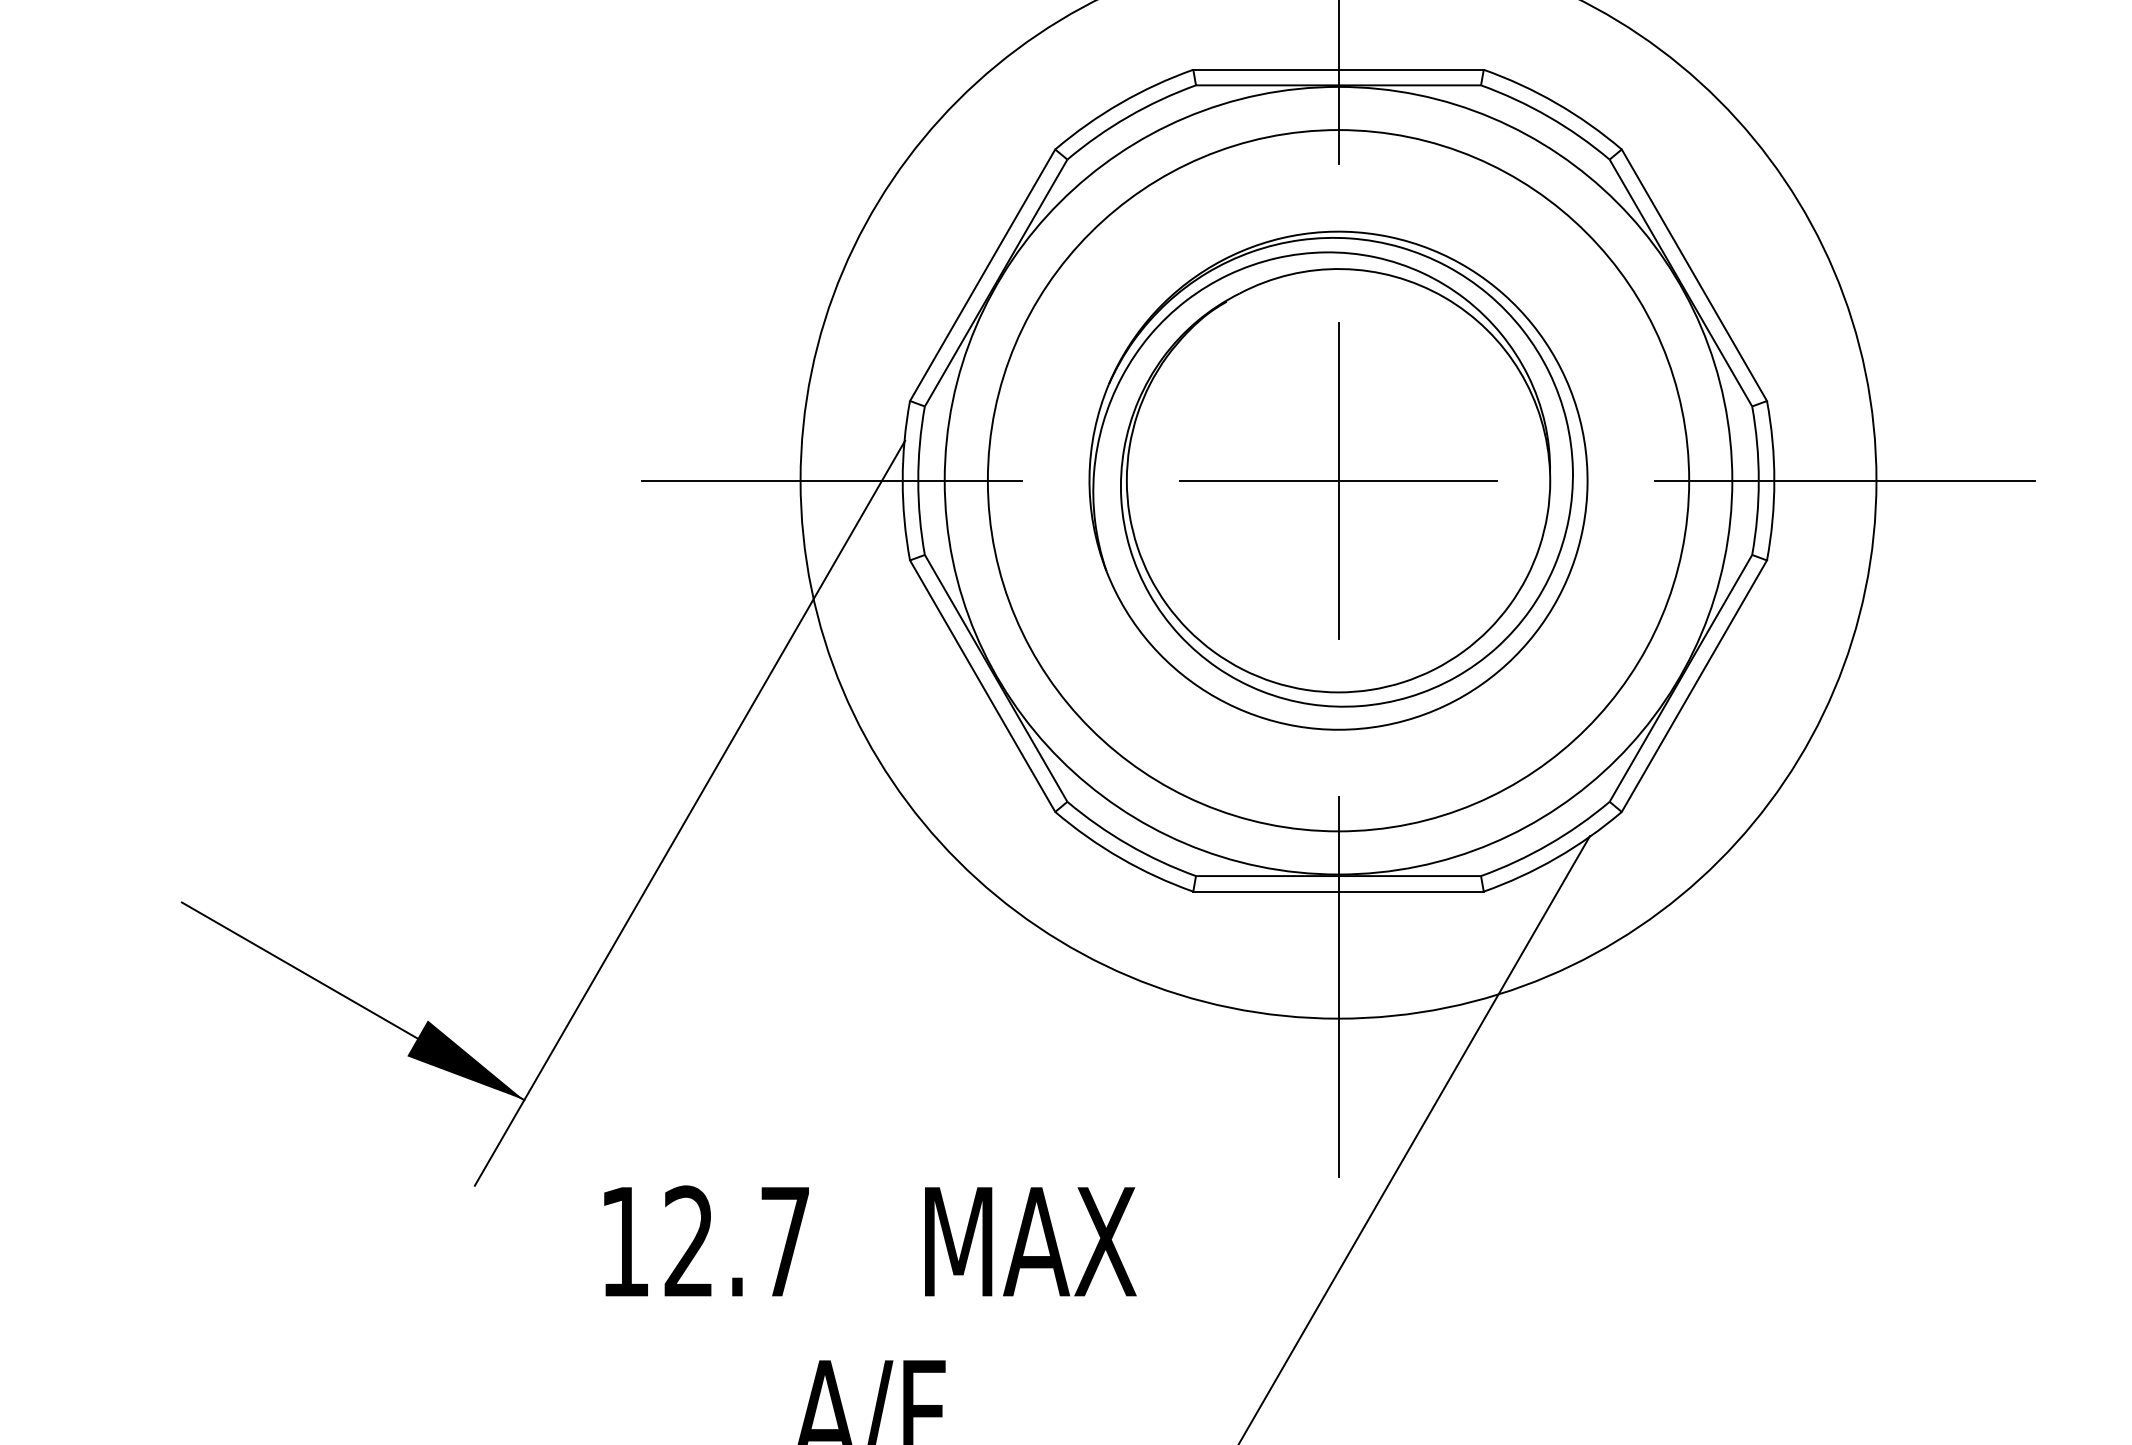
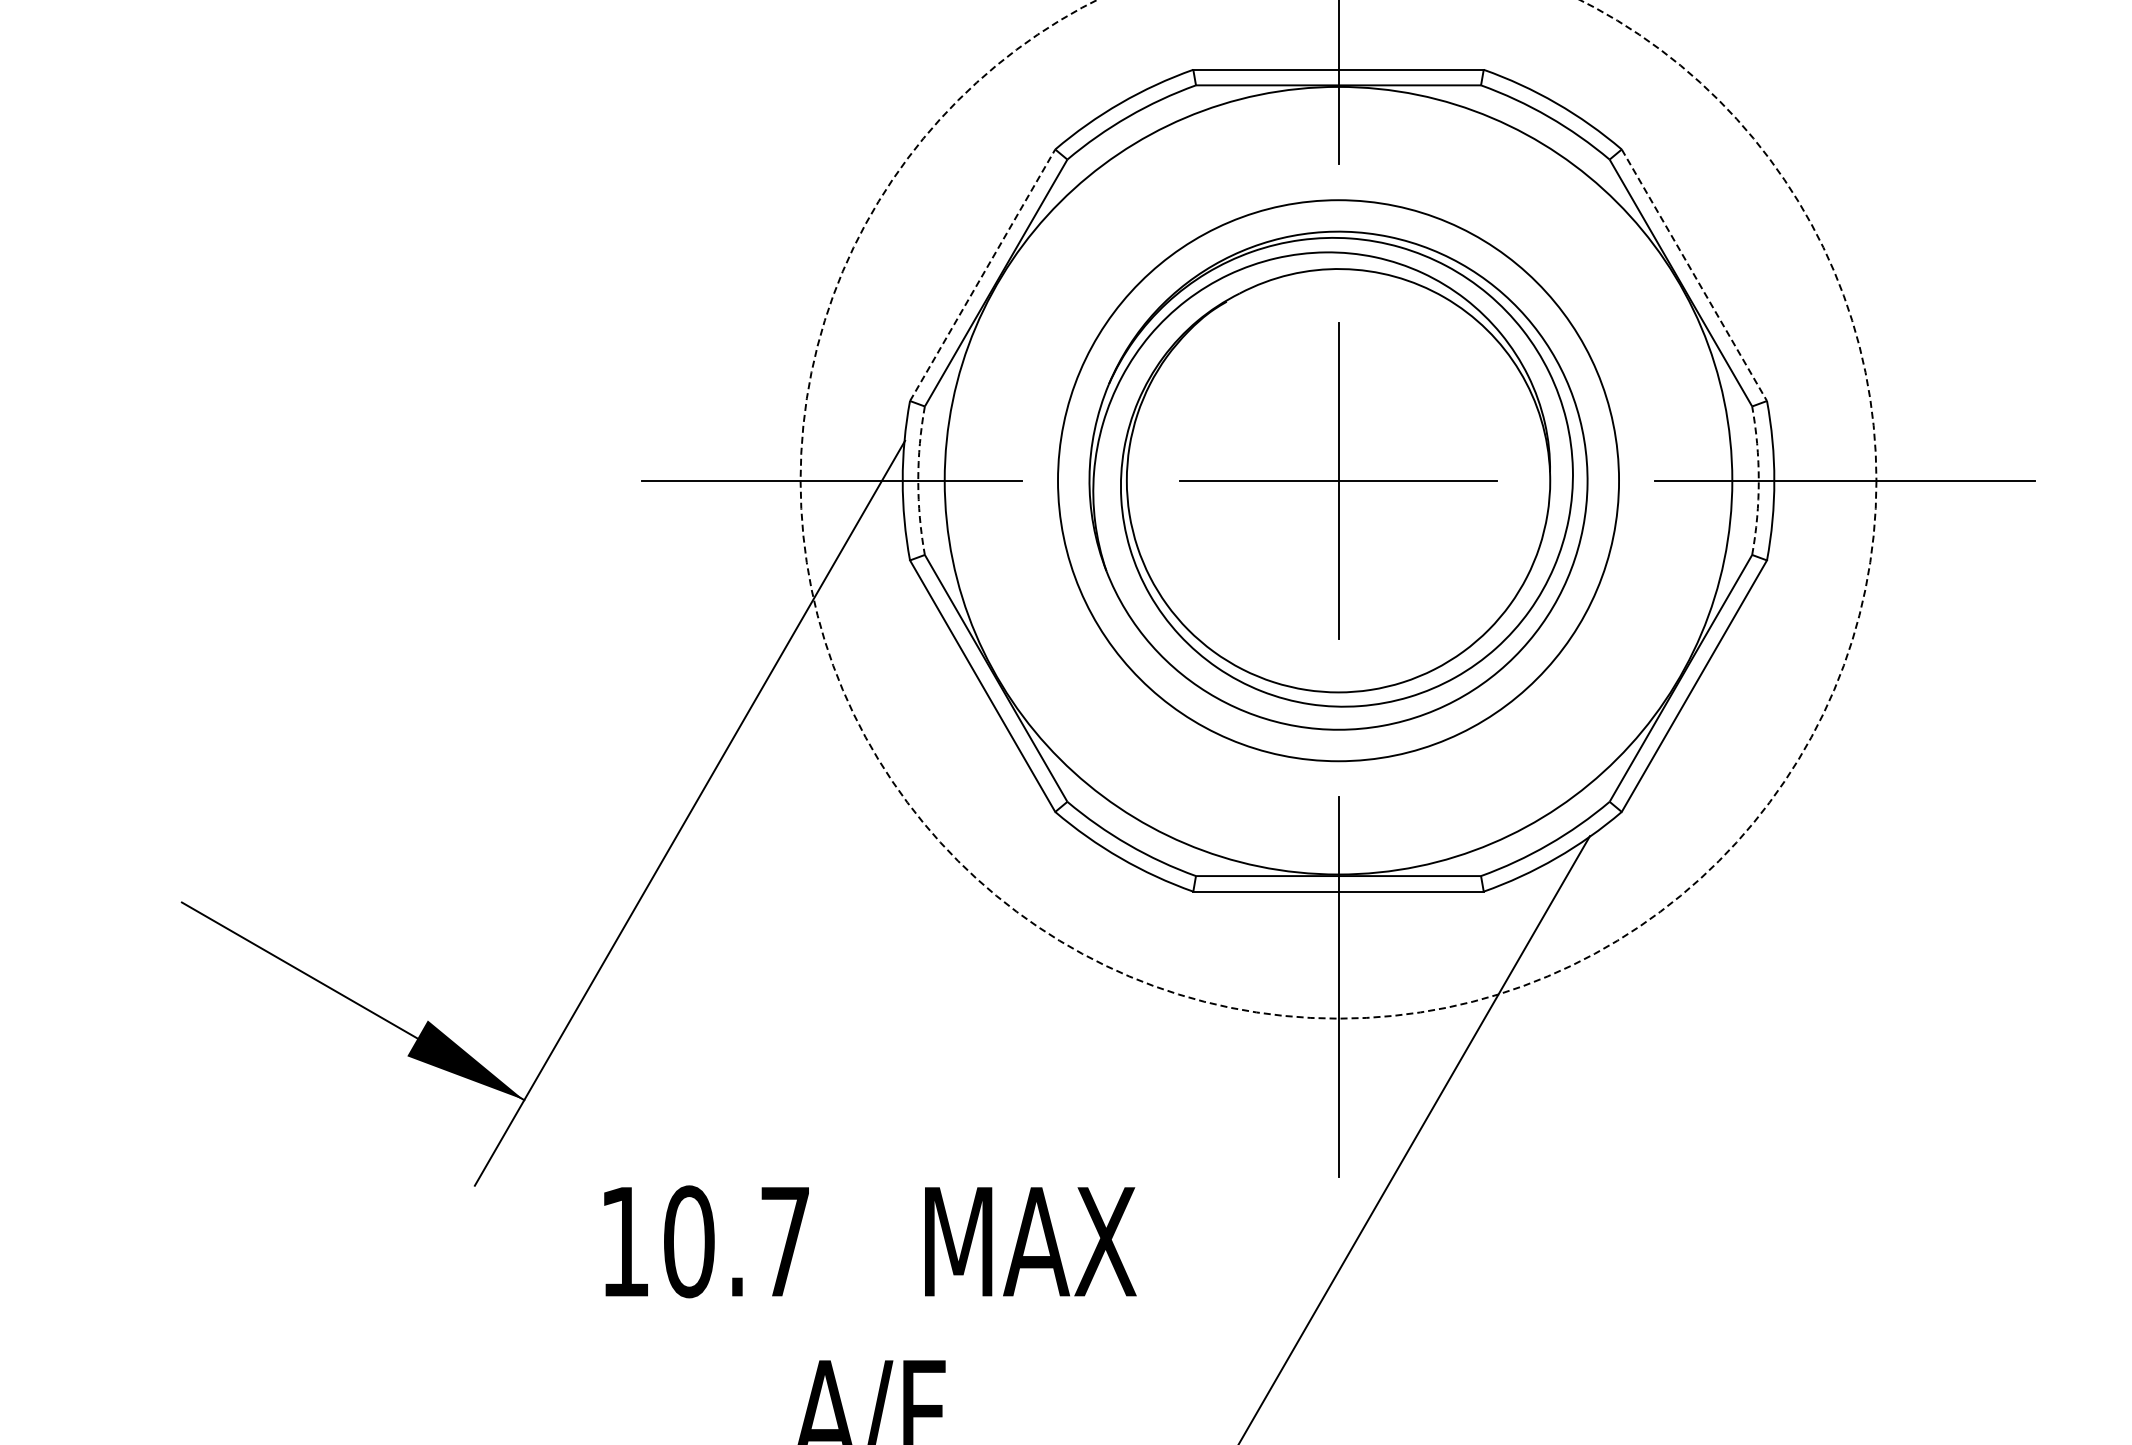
line at (982, 274): solid -> dashed
line at (1694, 275): solid -> dashed
arc at (918, 480): solid -> dashed
circle at (1338, 480) diameter: 701 px -> 561 px
arc at (1758, 480): solid -> dashed
circle at (1338, 509): solid -> dashed
text at (689, 1241): 12.7 -> 10.7
